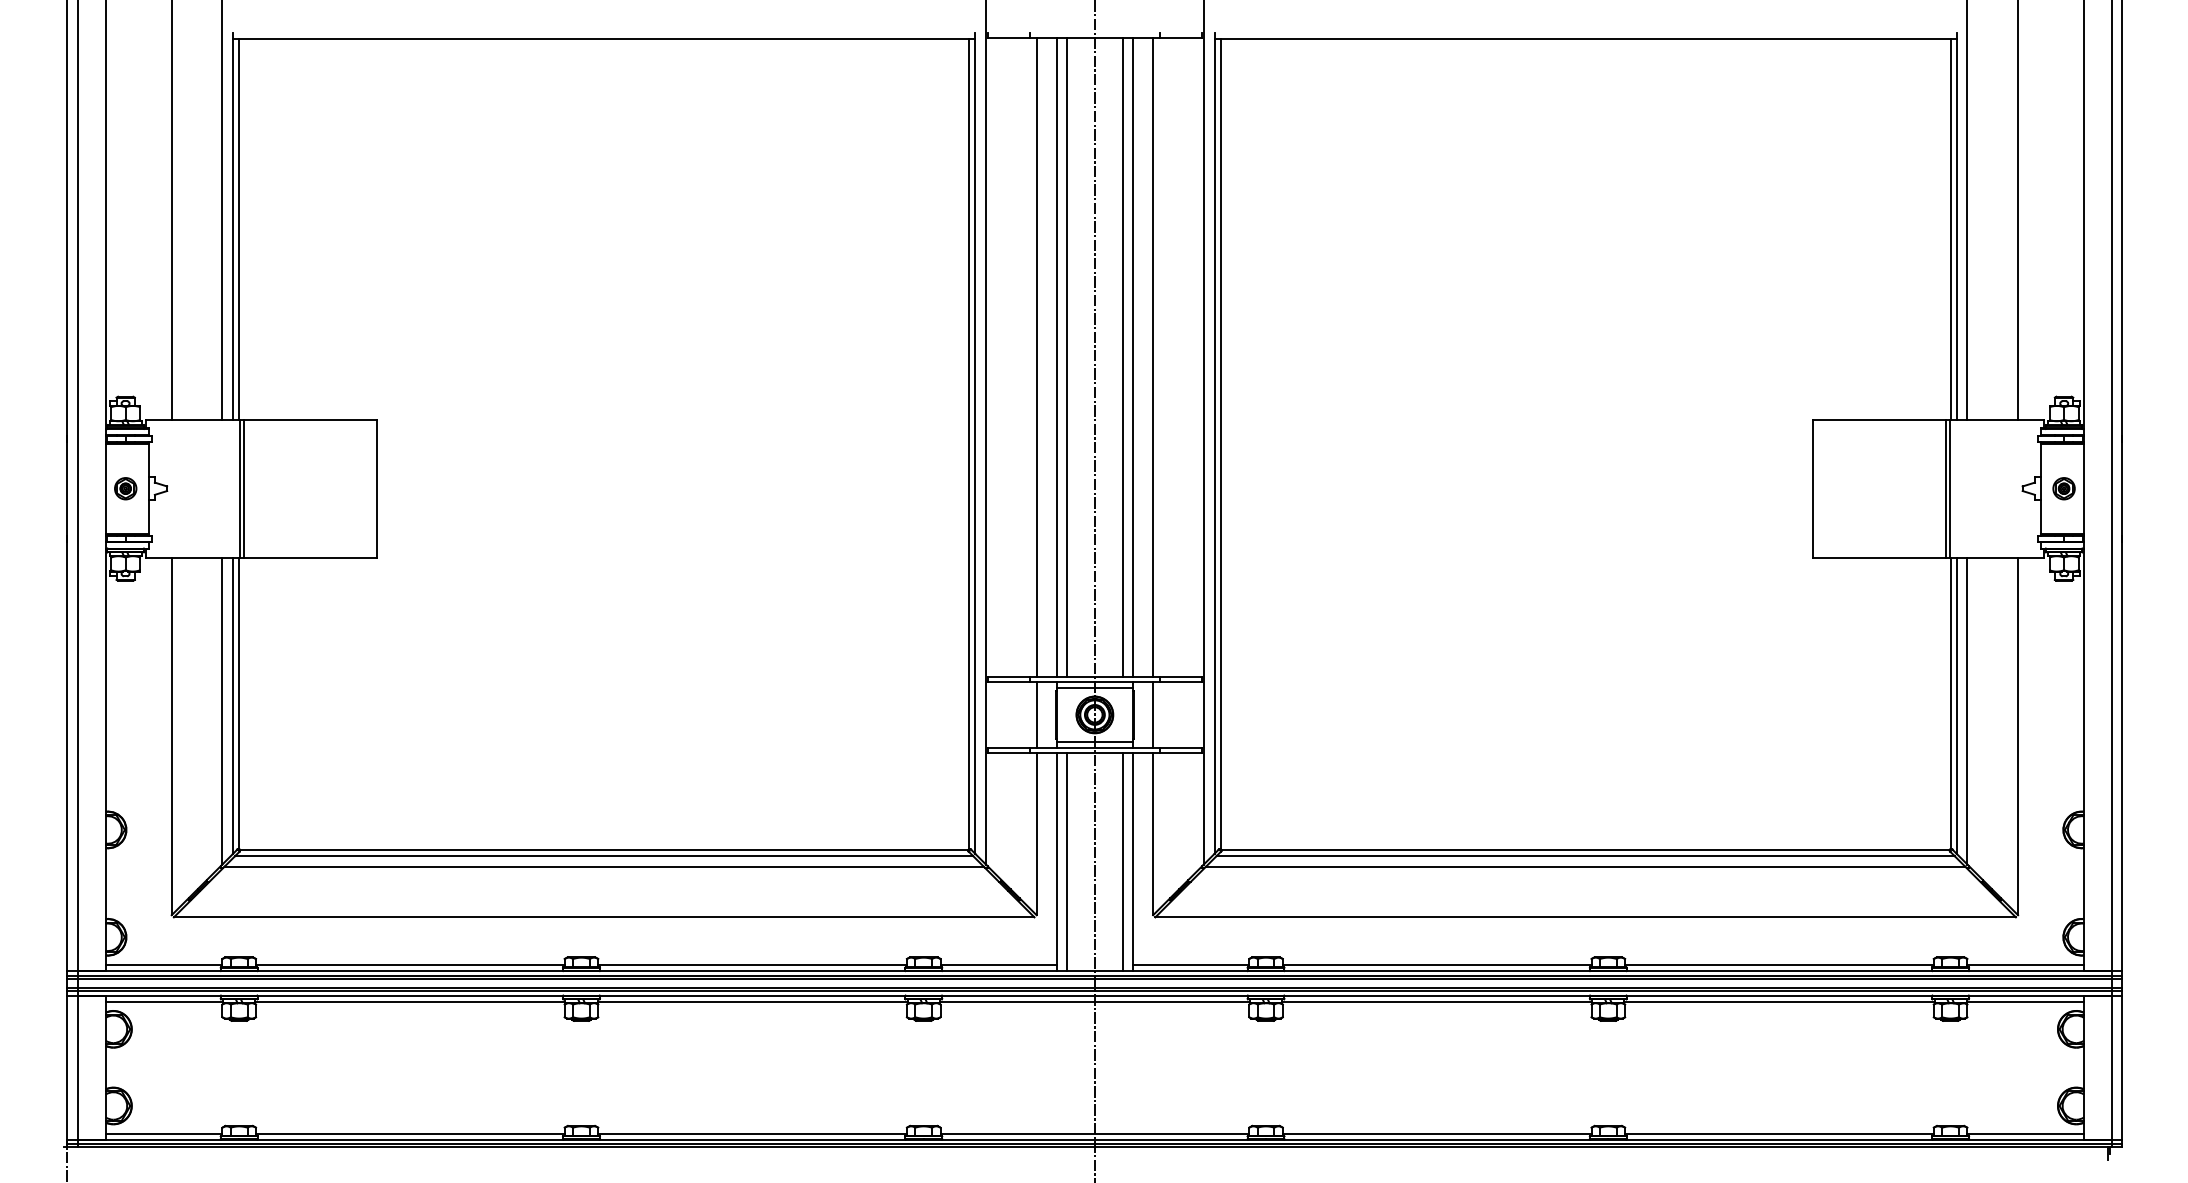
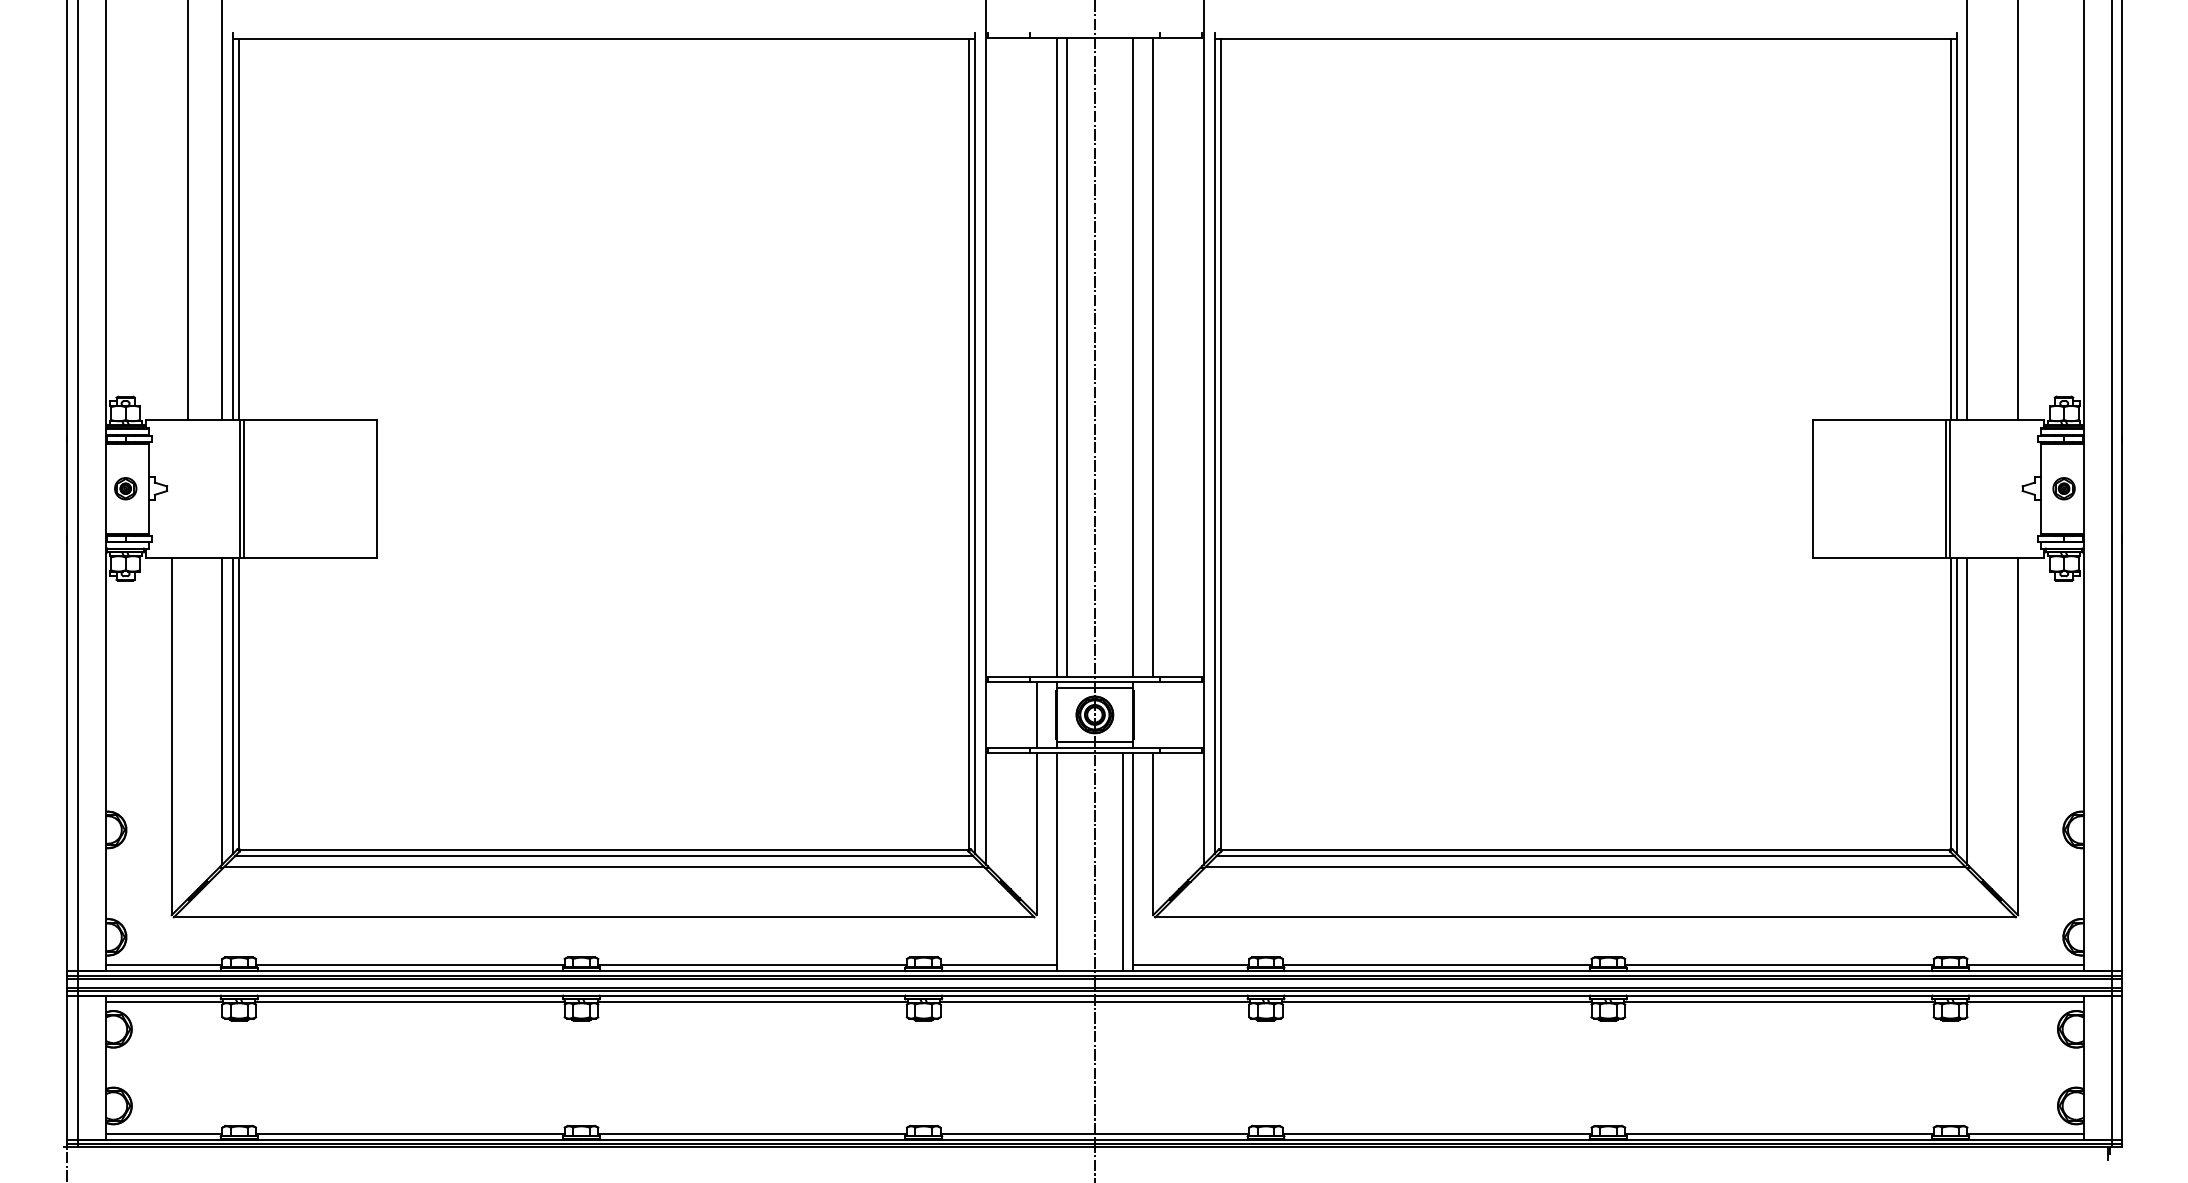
line at (171, 210) position: (171, 210) -> (187, 210)
line at (1036, 357): present -> none
line at (1122, 357): present -> none
line at (1153, 714): present -> none
line at (1067, 861): present -> none
